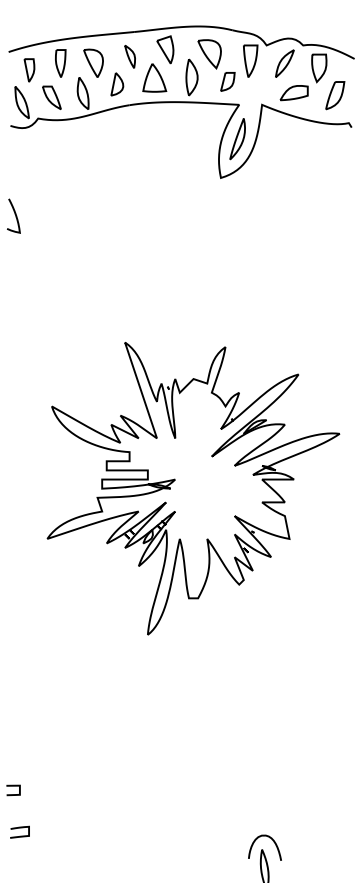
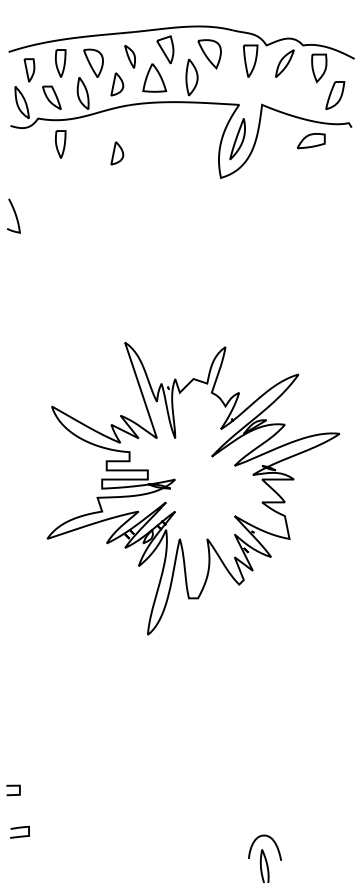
part at (227, 81): present -> none
part at (293, 93) position: (293, 93) -> (310, 141)
part at (60, 144): none -> present
part at (117, 153): none -> present
